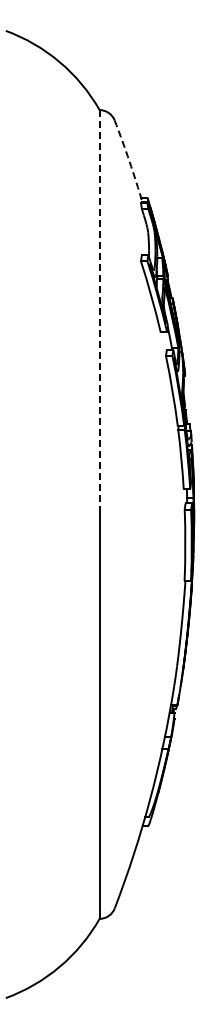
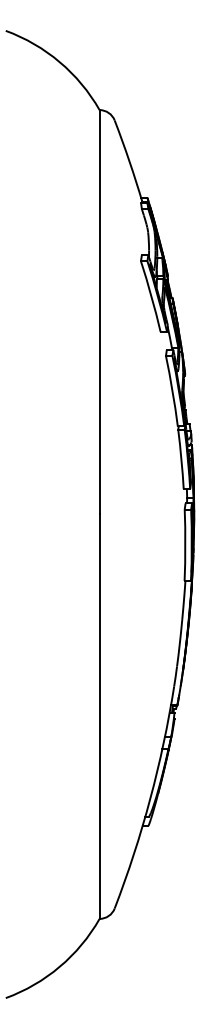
arc at (129, 161): dashed -> solid
line at (99, 312): dashed -> solid
